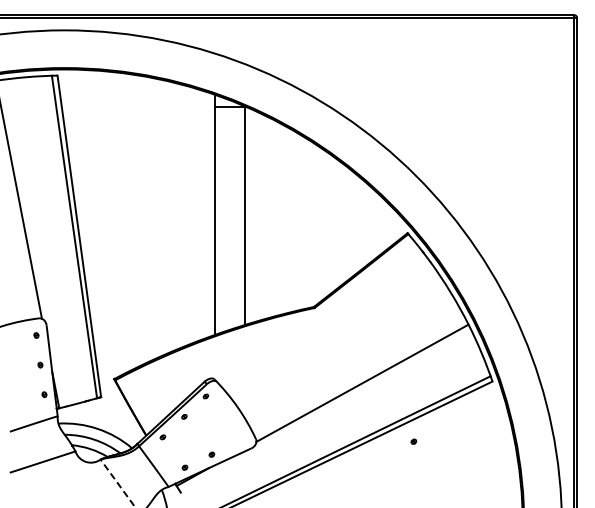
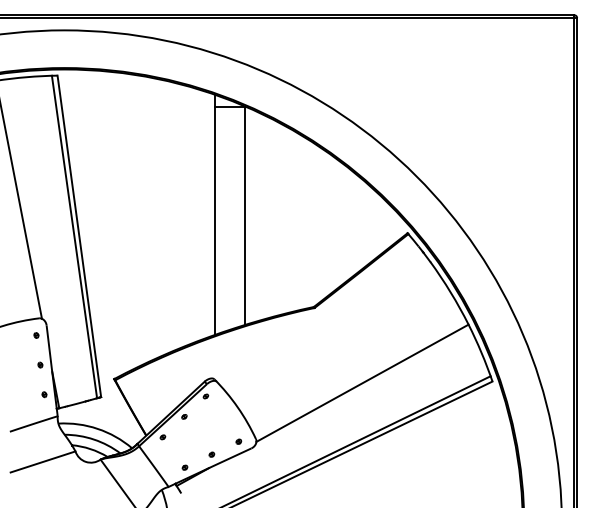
part at (413, 441) position: (413, 441) -> (238, 441)
line at (118, 483): dashed -> solid
